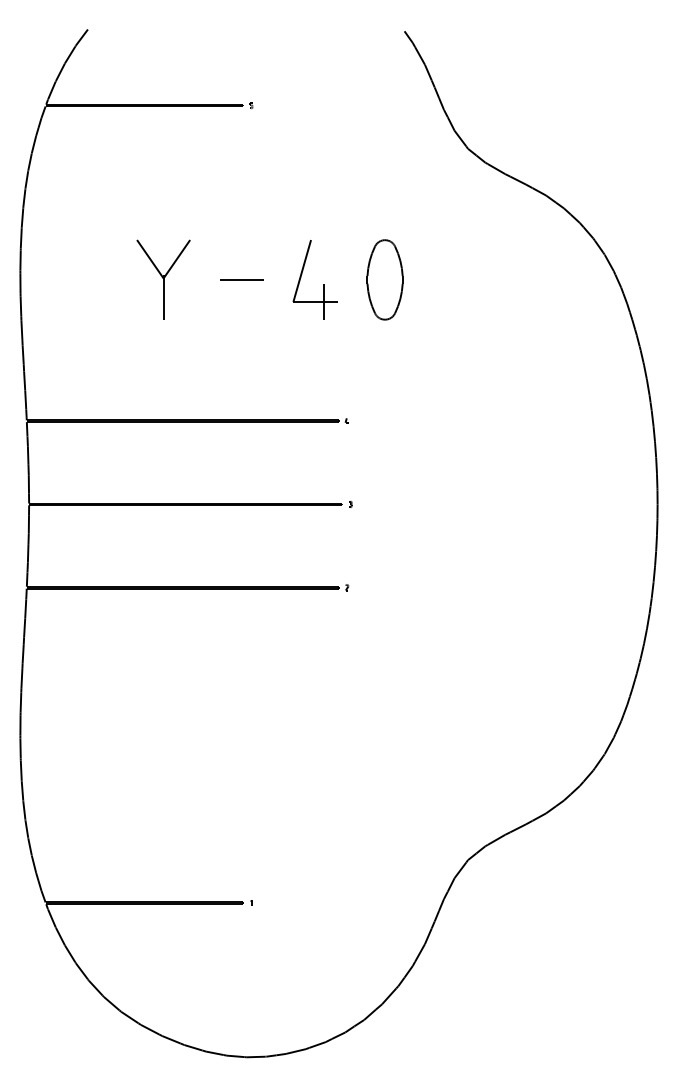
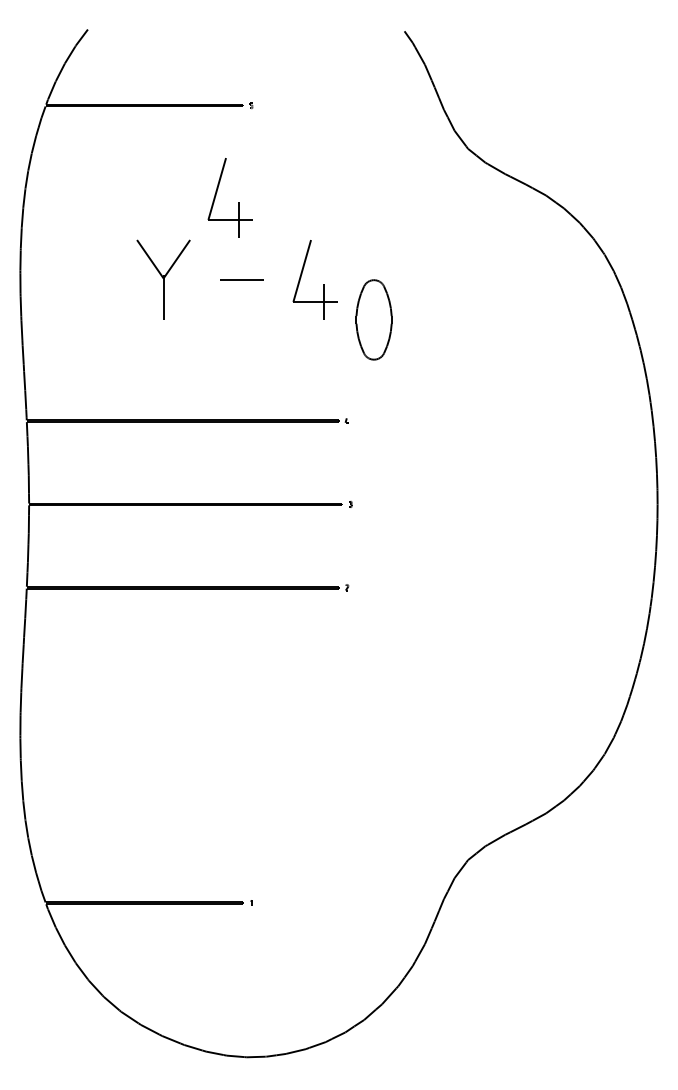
part at (238, 202): none -> present
part at (384, 279) position: (384, 279) -> (373, 319)
